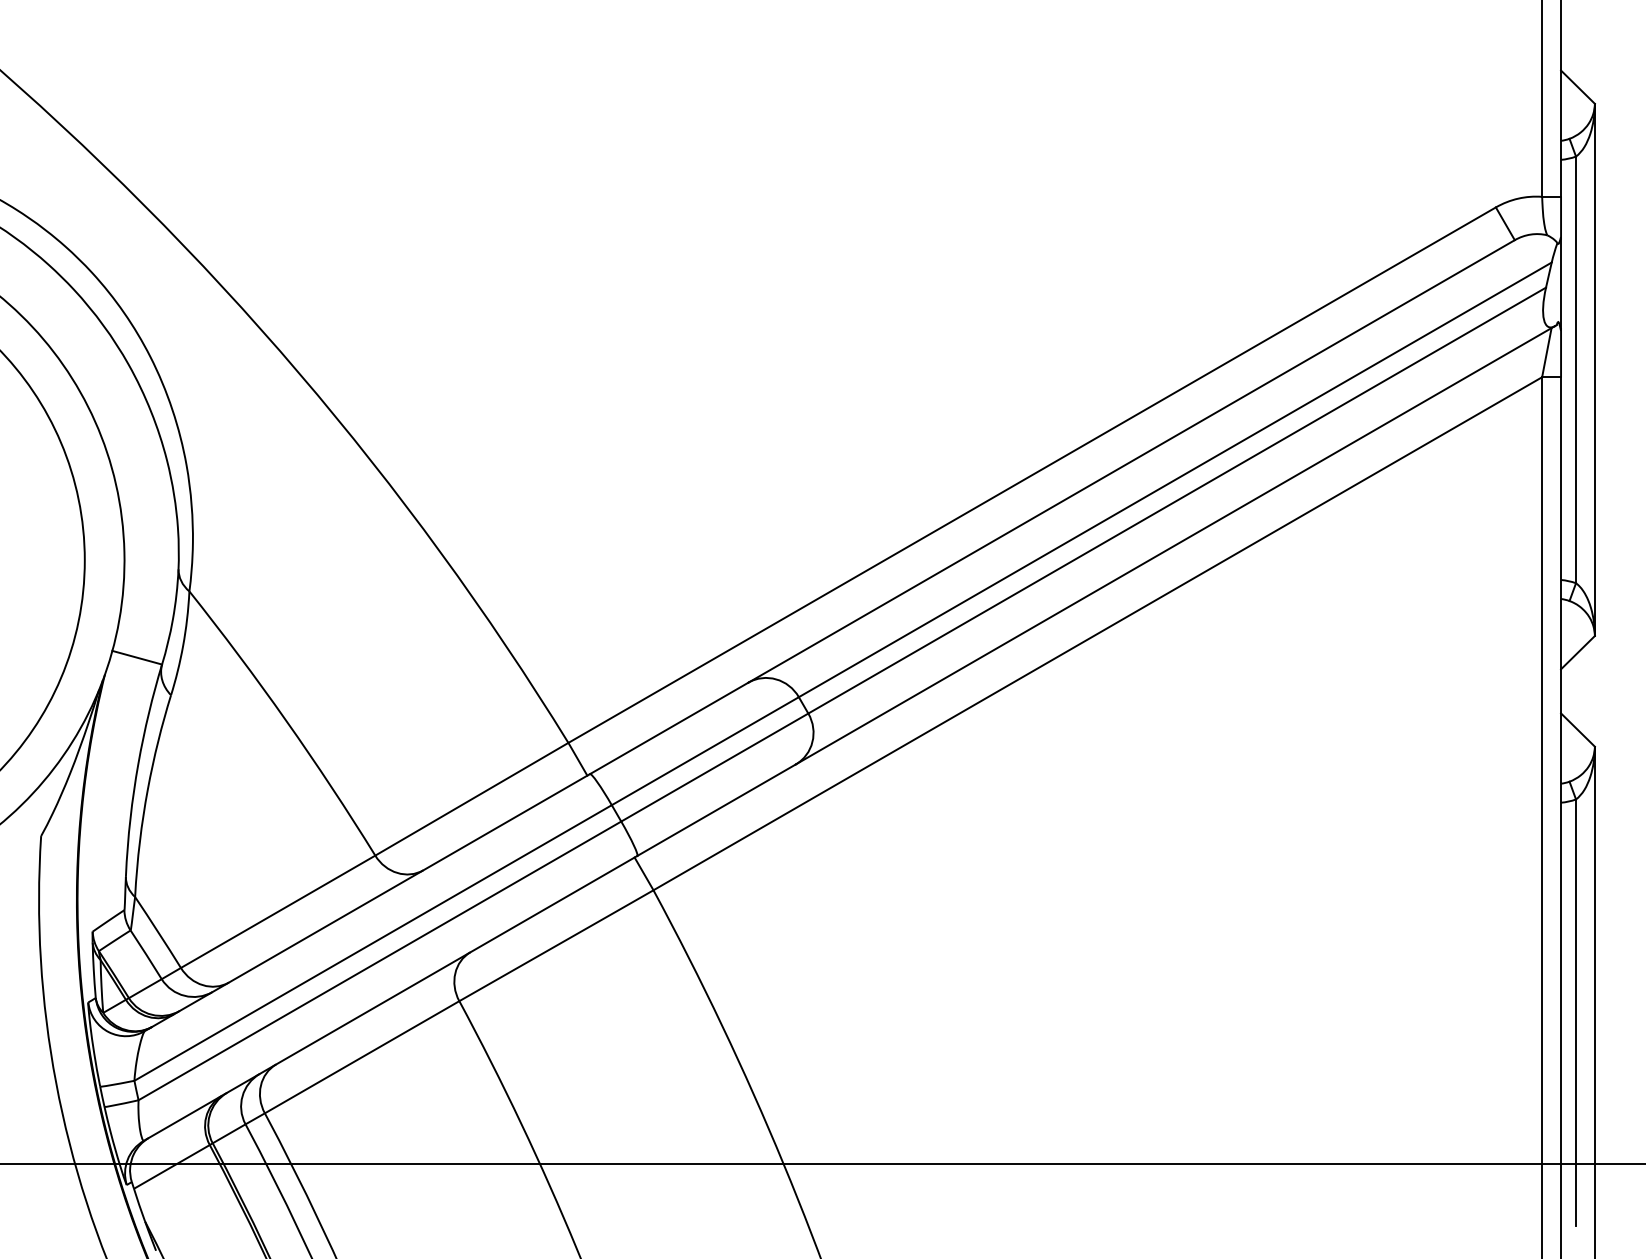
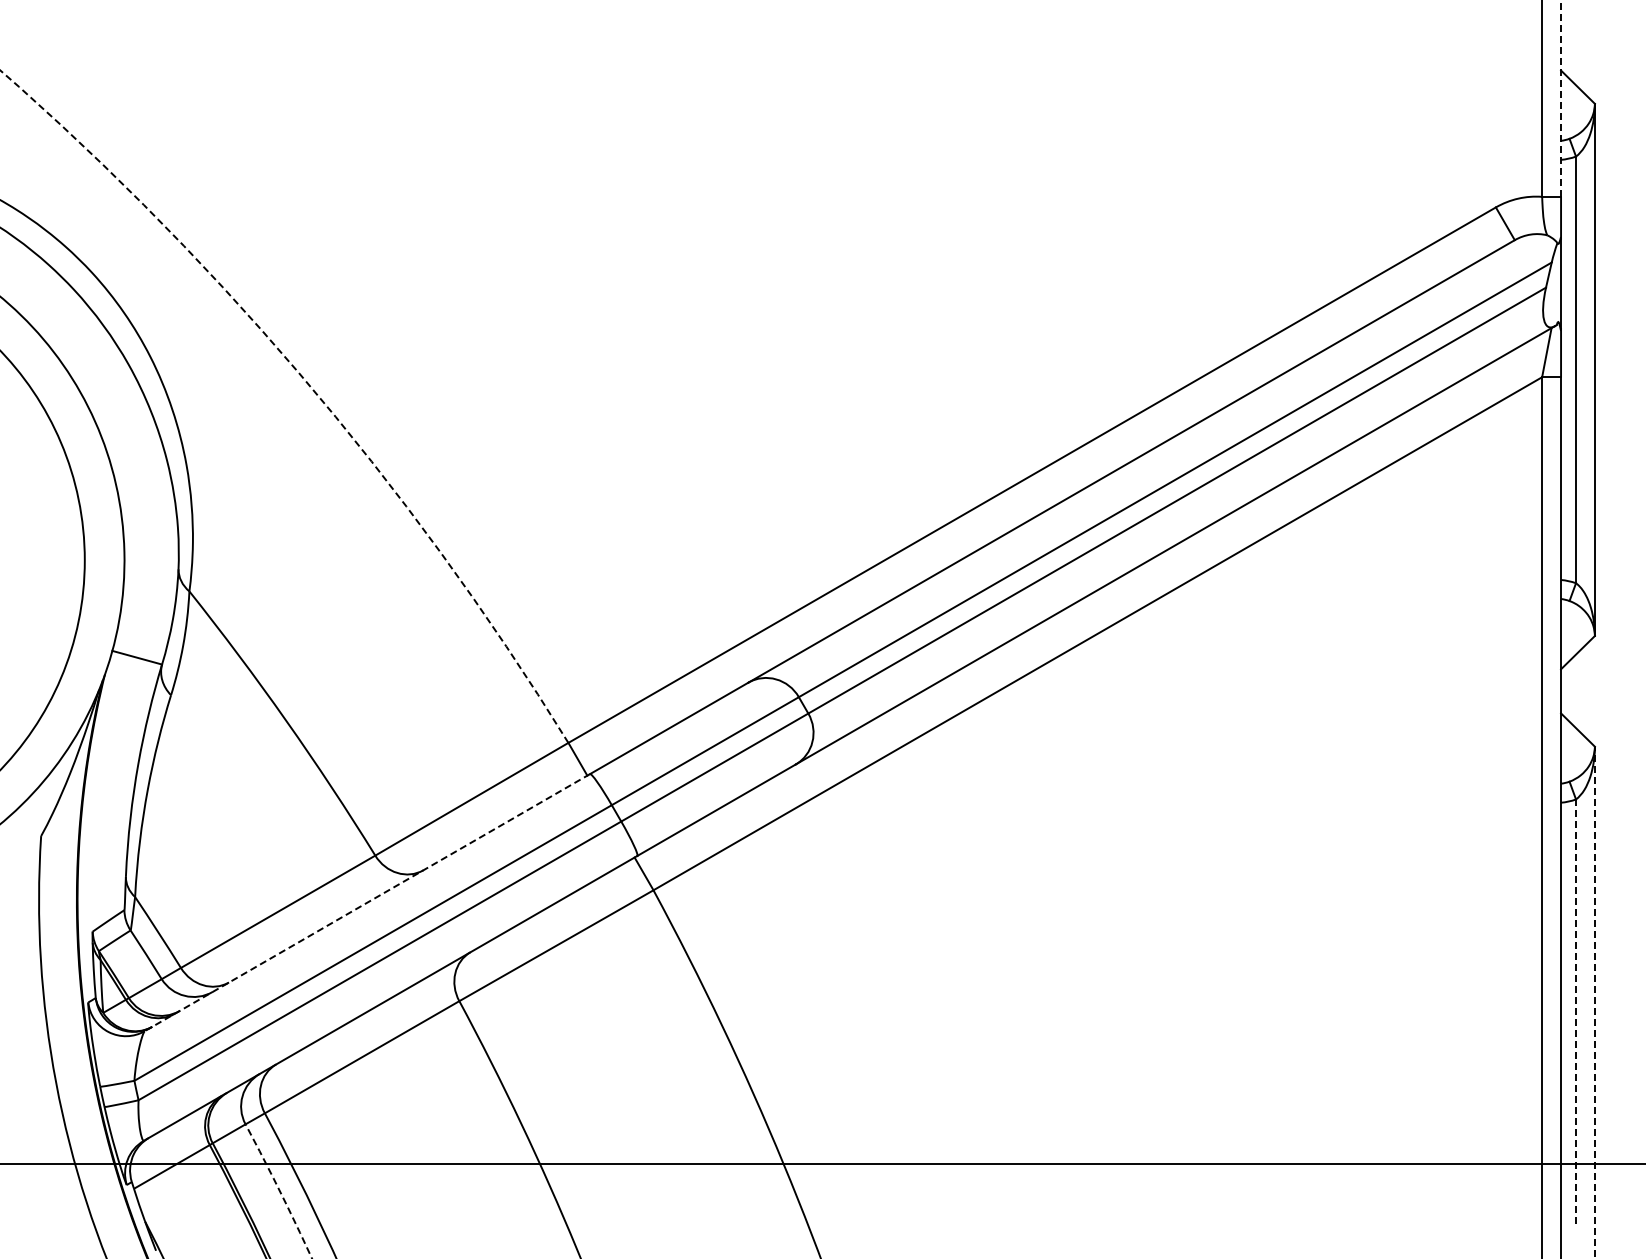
line at (1561, 98): solid -> dashed
arc at (309, 385): solid -> dashed
line at (367, 902): solid -> dashed
line at (1594, 1002): solid -> dashed
line at (1576, 1013): solid -> dashed
arc at (279, 1190): solid -> dashed
